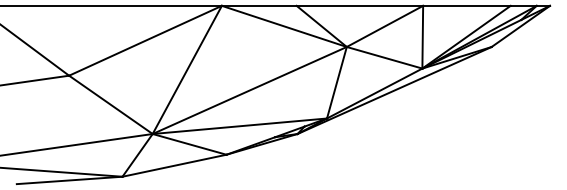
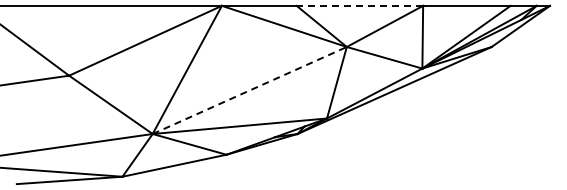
line at (359, 5): solid -> dashed
line at (250, 90): solid -> dashed
